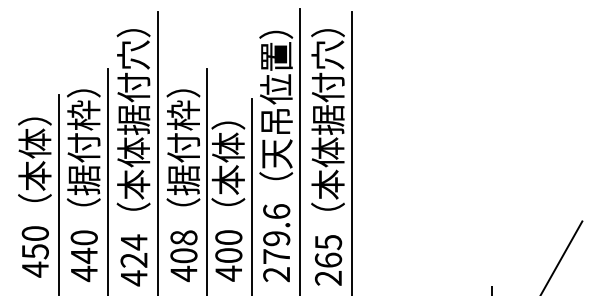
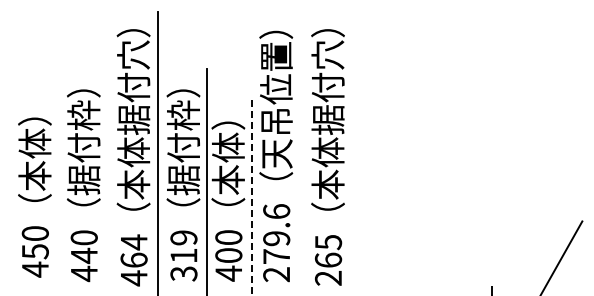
line at (300, 150): present -> none
line at (352, 152): present -> none
line at (107, 180): present -> none
line at (58, 193): present -> none
line at (252, 196): solid -> dashed
text at (183, 256): 408 -> 319
text at (133, 259): 424 -> 464
